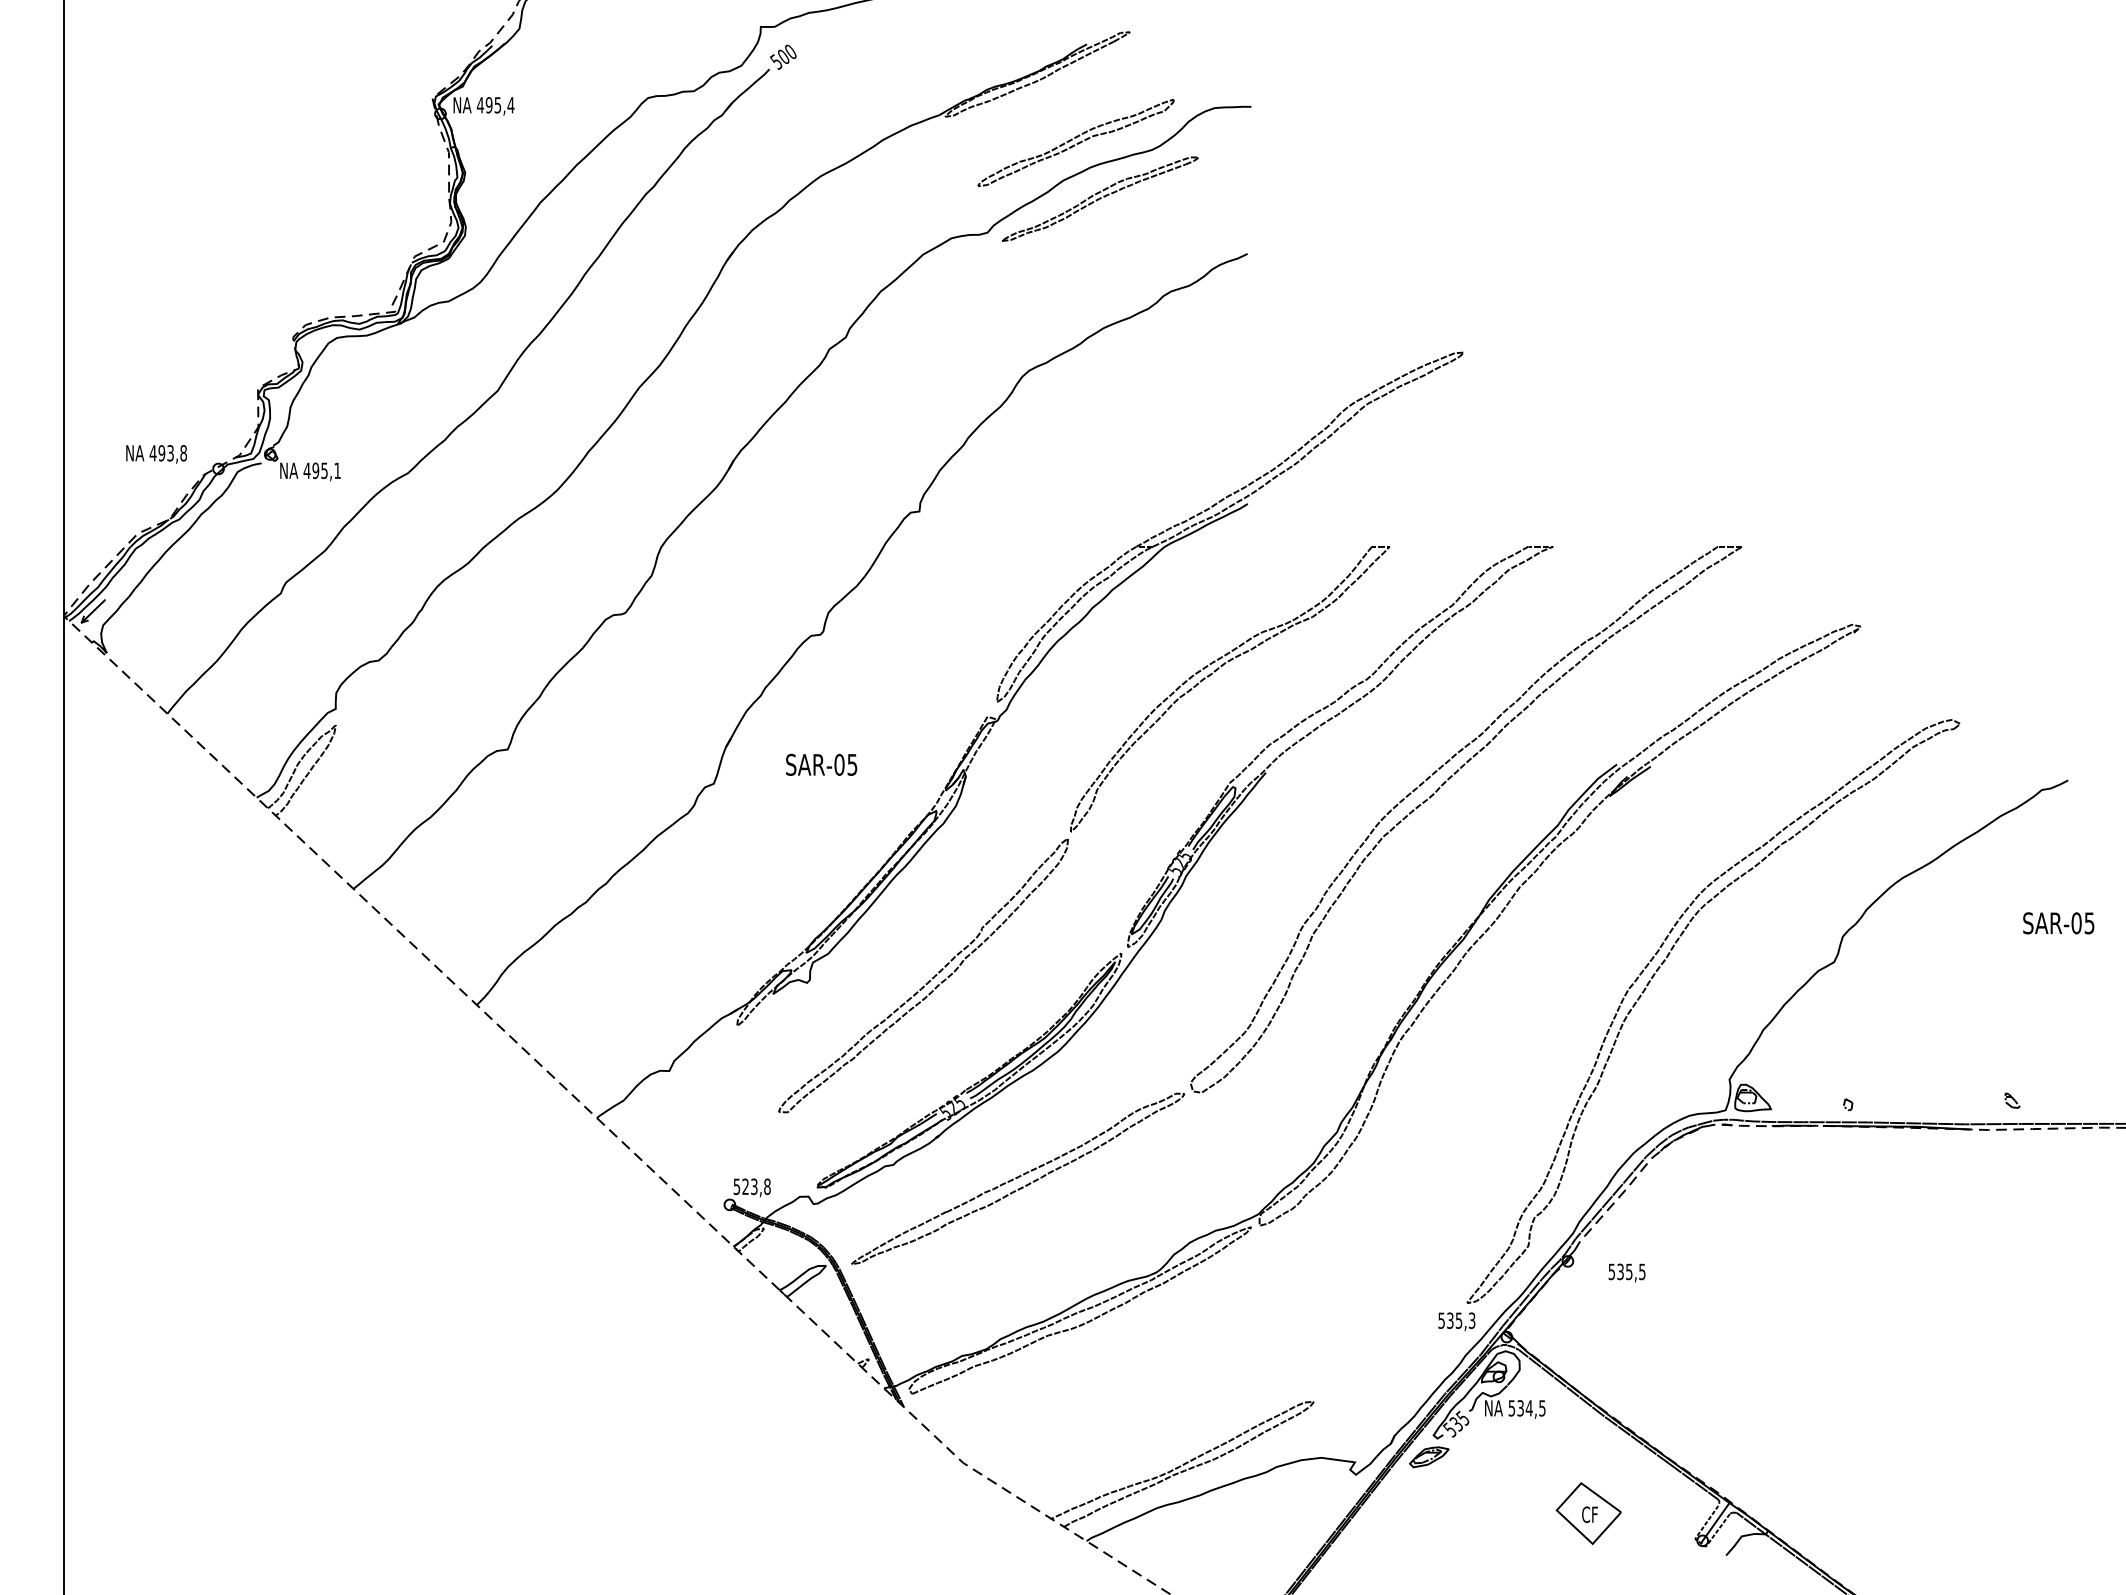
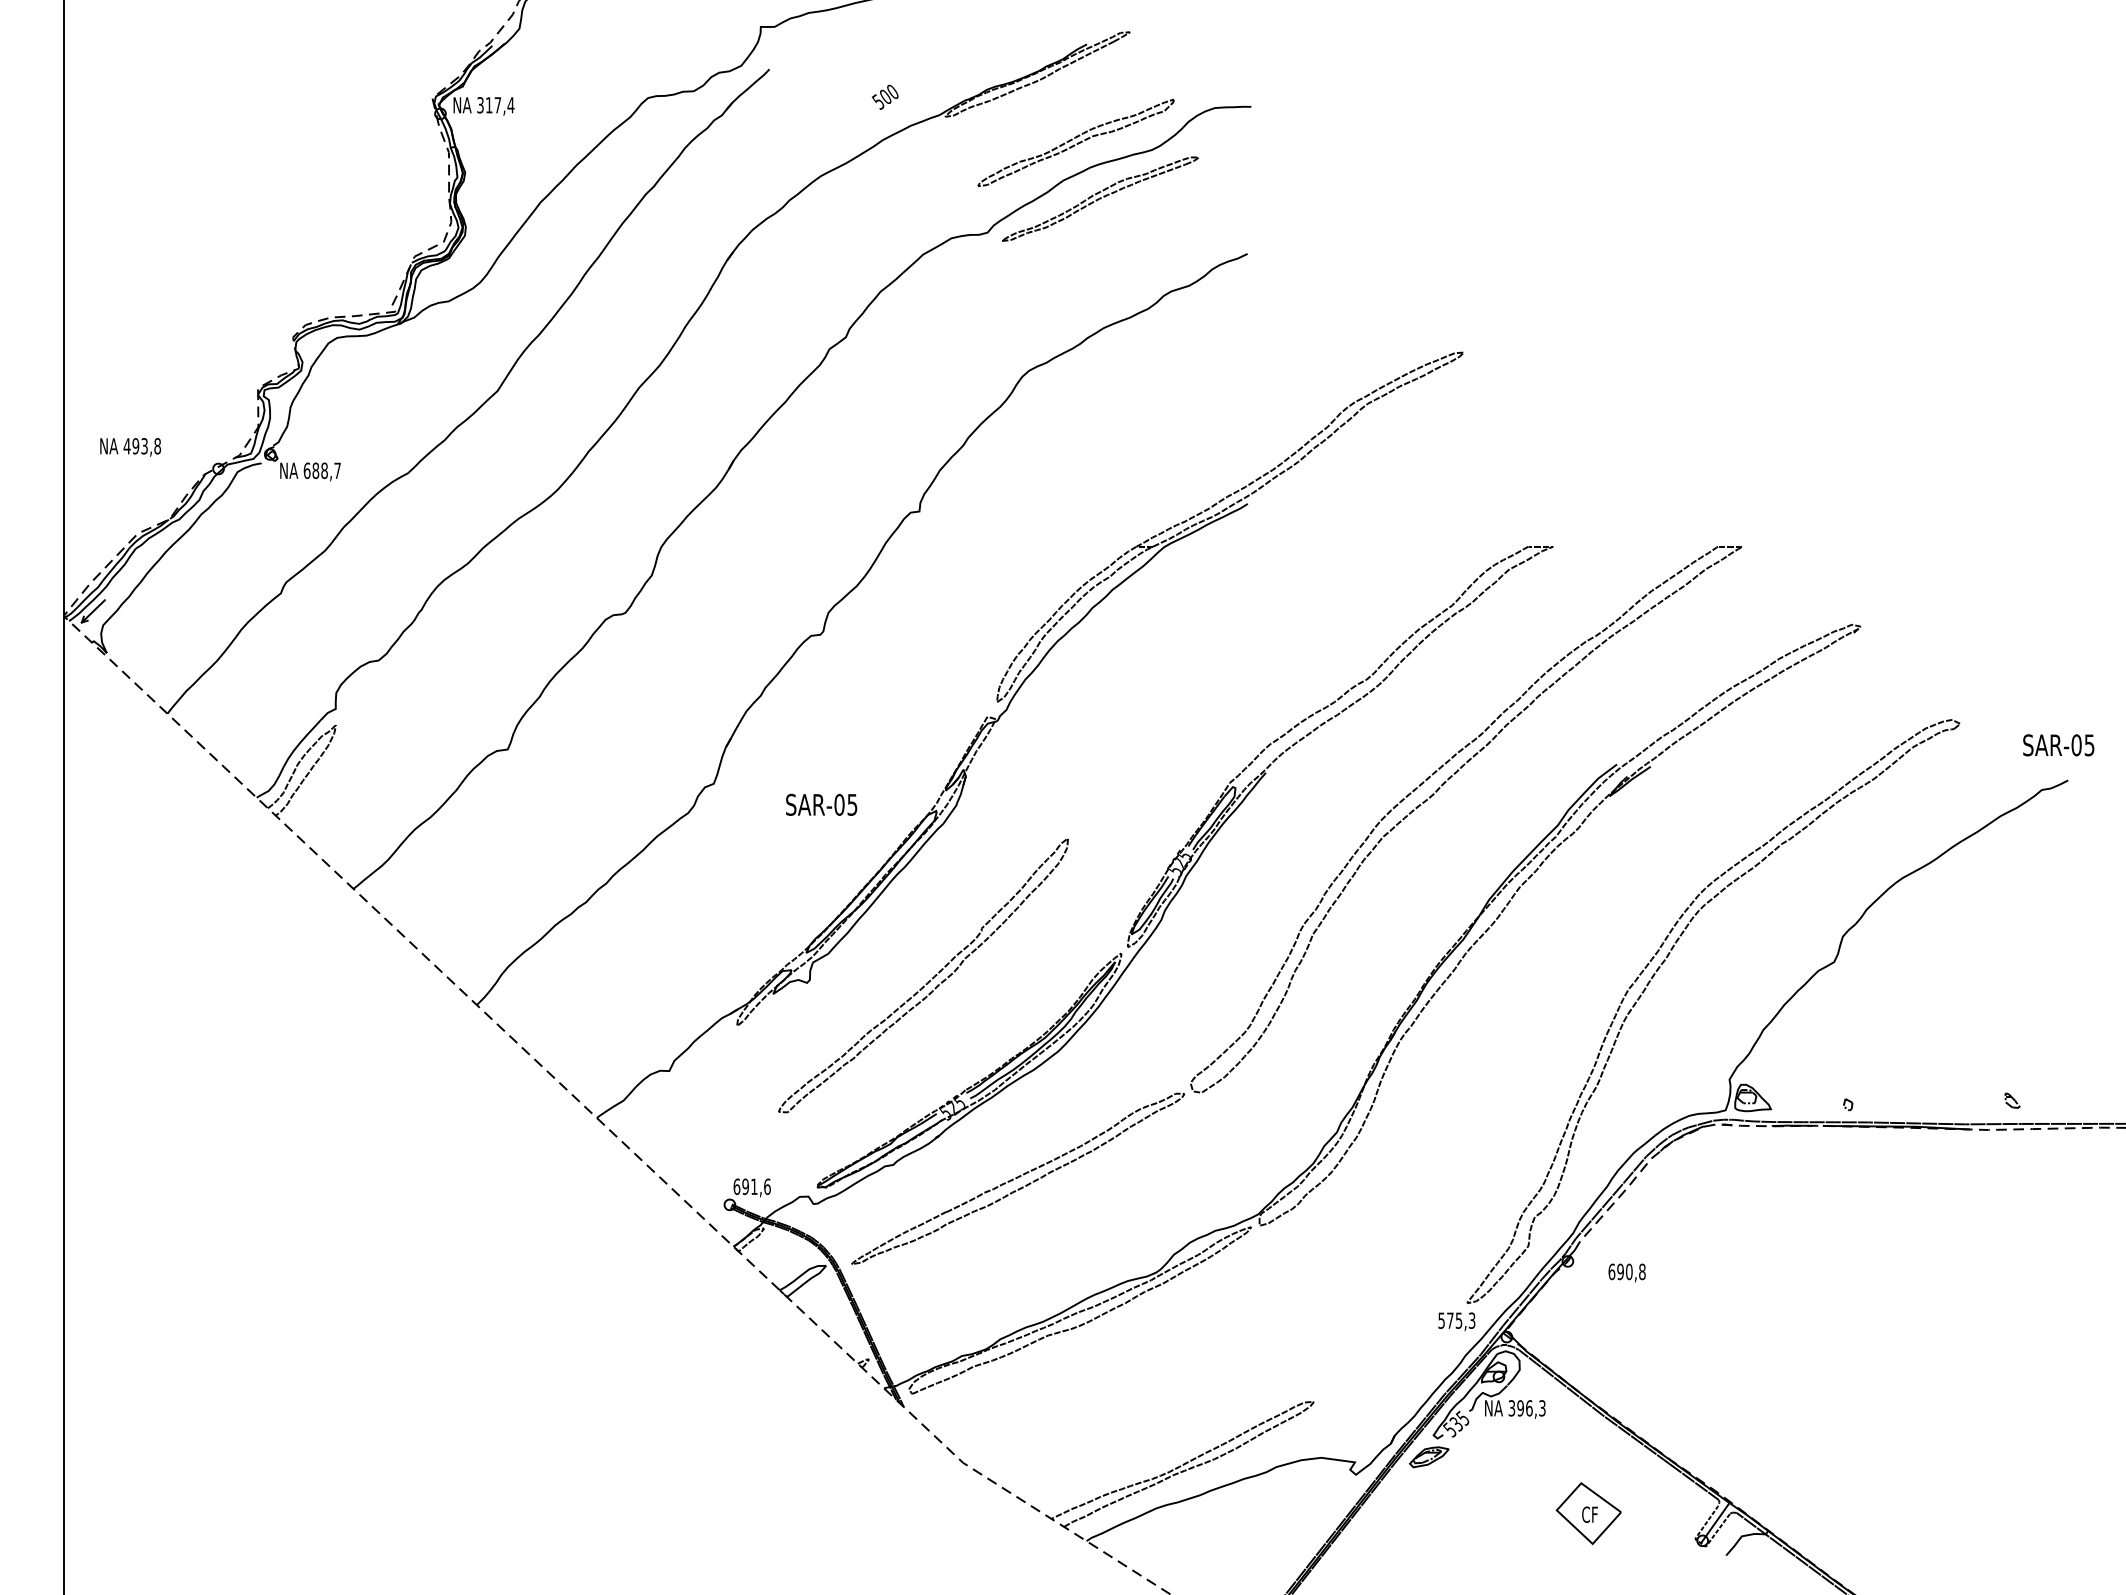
text at (783, 56) position: (783, 56) -> (885, 96)
text at (488, 105): 495,4 -> 317,4
text at (156, 454) position: (156, 454) -> (130, 447)
text at (321, 470): 495,1 -> 688,7
part at (1215, 672): present -> none
text at (821, 764) position: (821, 764) -> (821, 804)
text at (2058, 923) position: (2058, 923) -> (2058, 745)
text at (751, 1186): 523,8 -> 691,6
text at (1626, 1271): 535,5 -> 690,8
text at (1450, 1320): 535,3 -> 575,3
text at (1527, 1408): 534,5 -> 396,3
